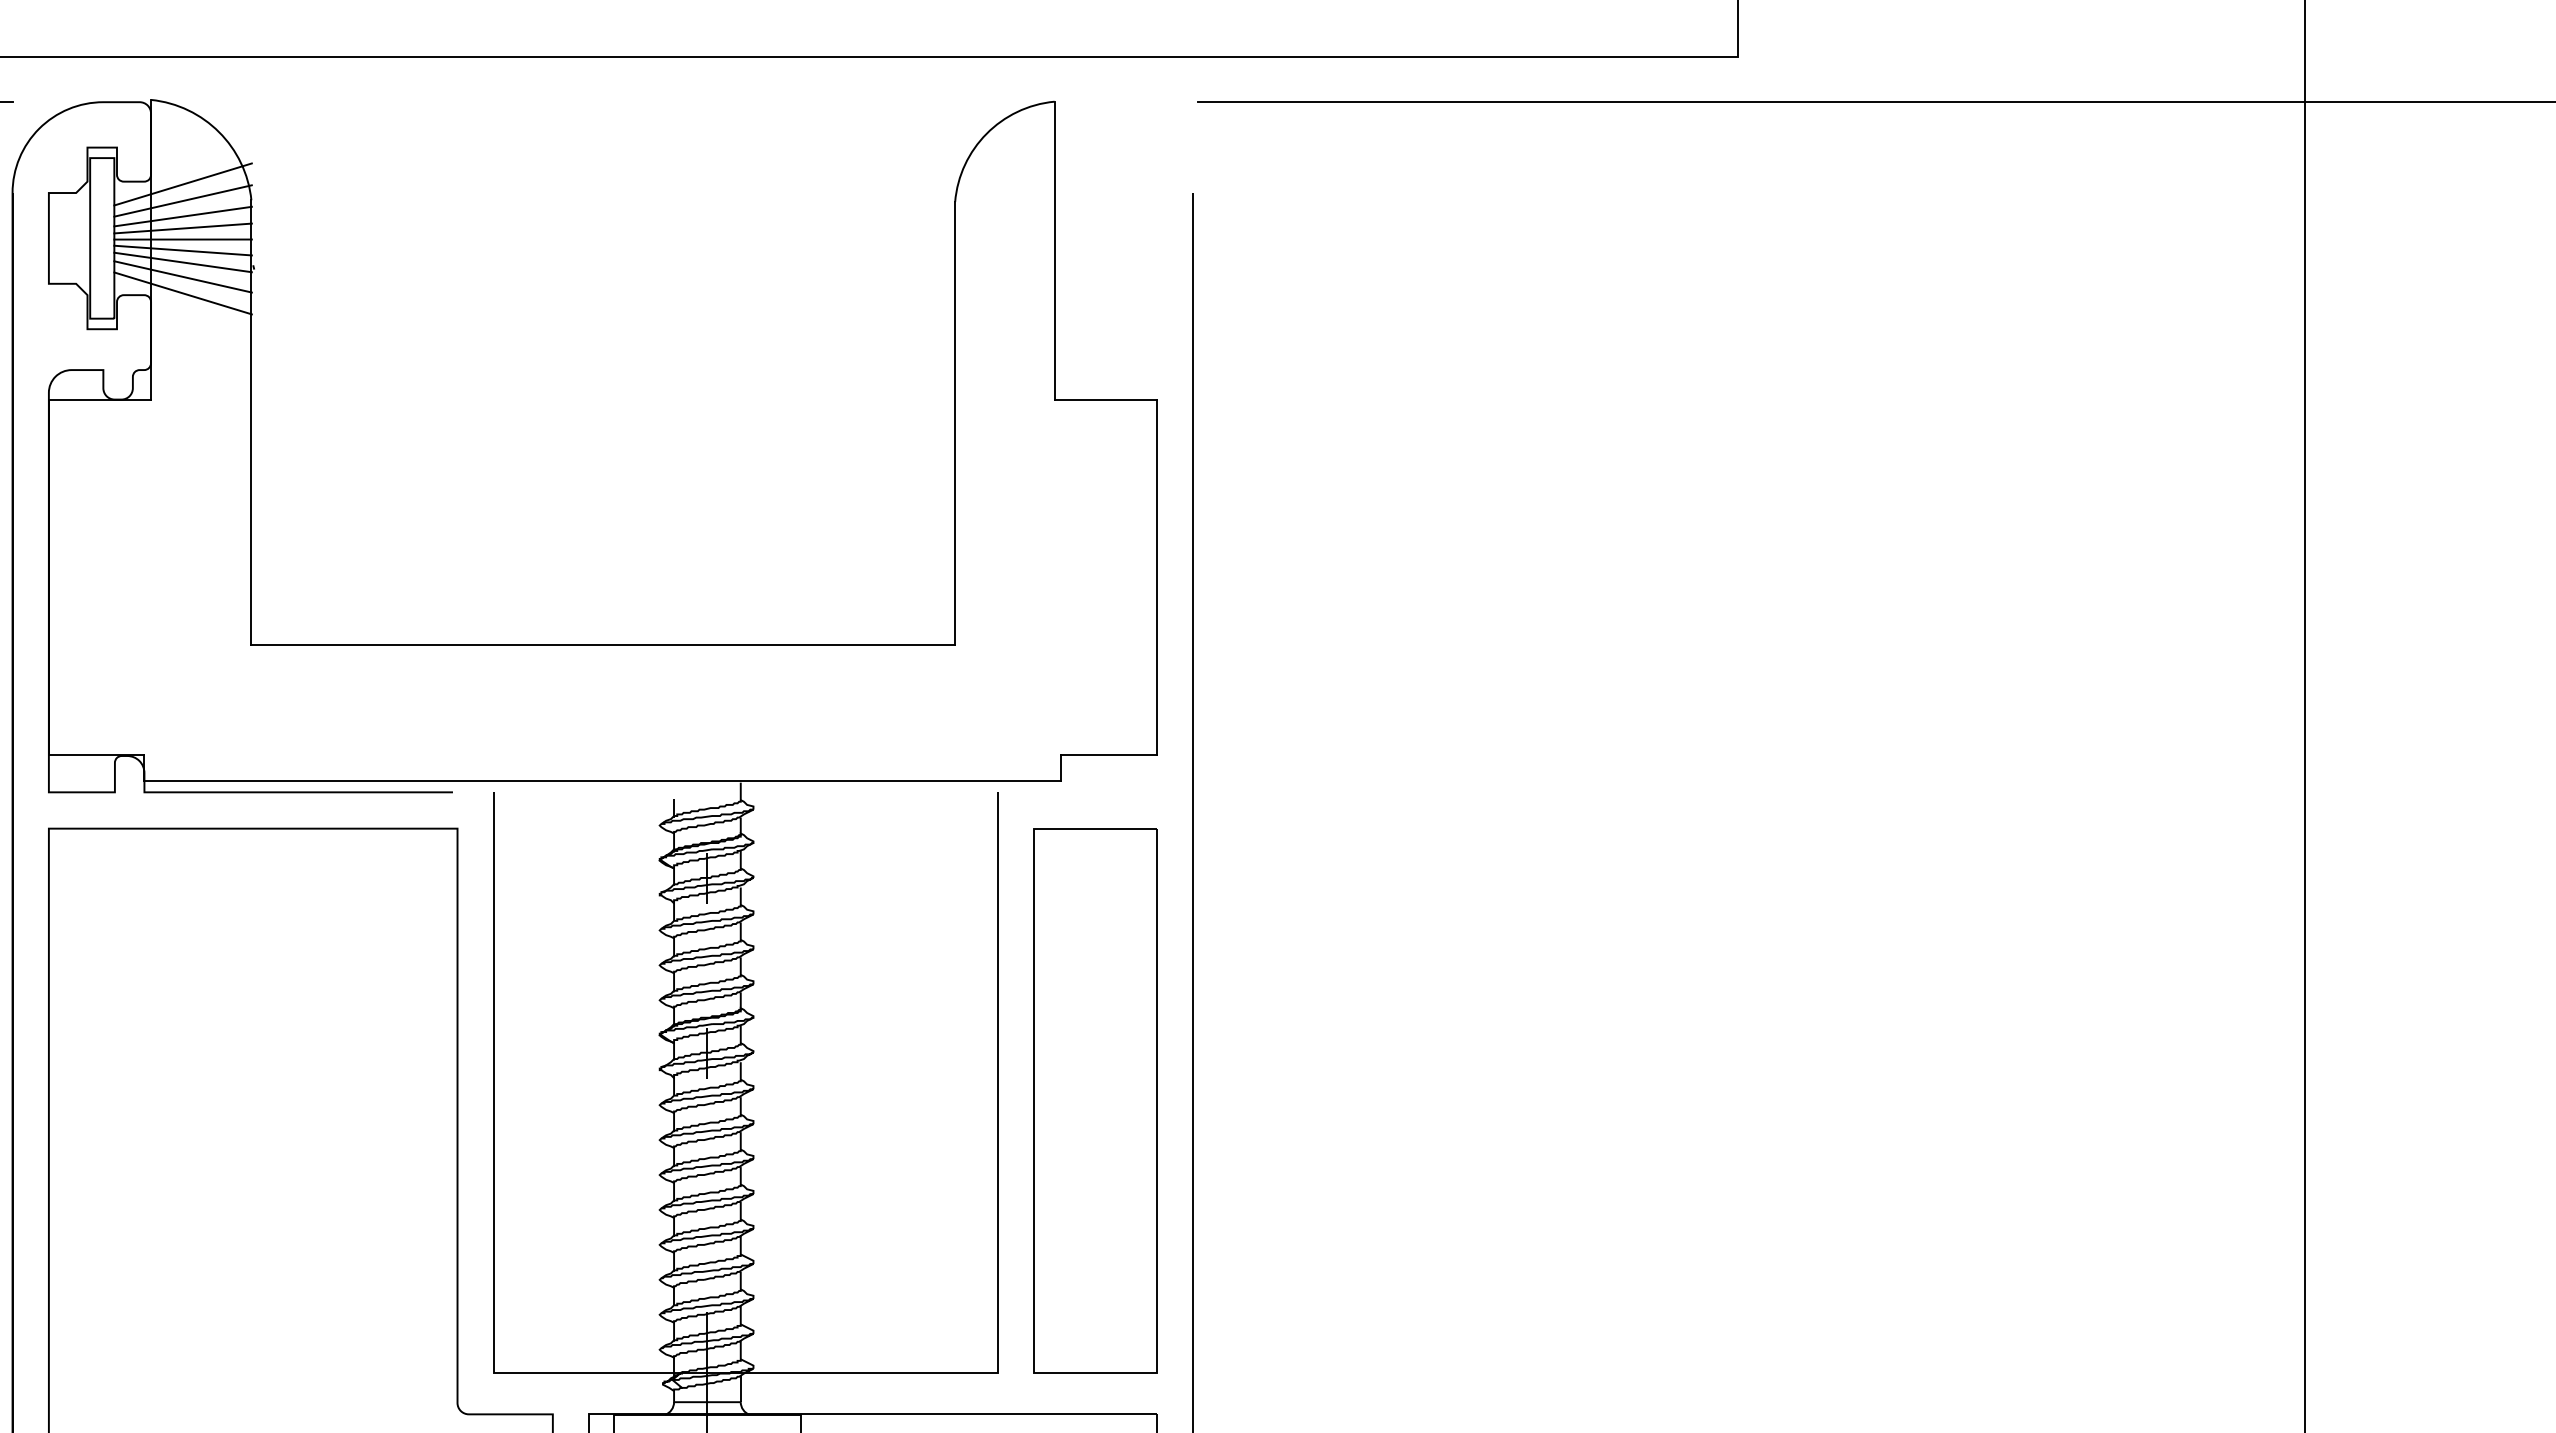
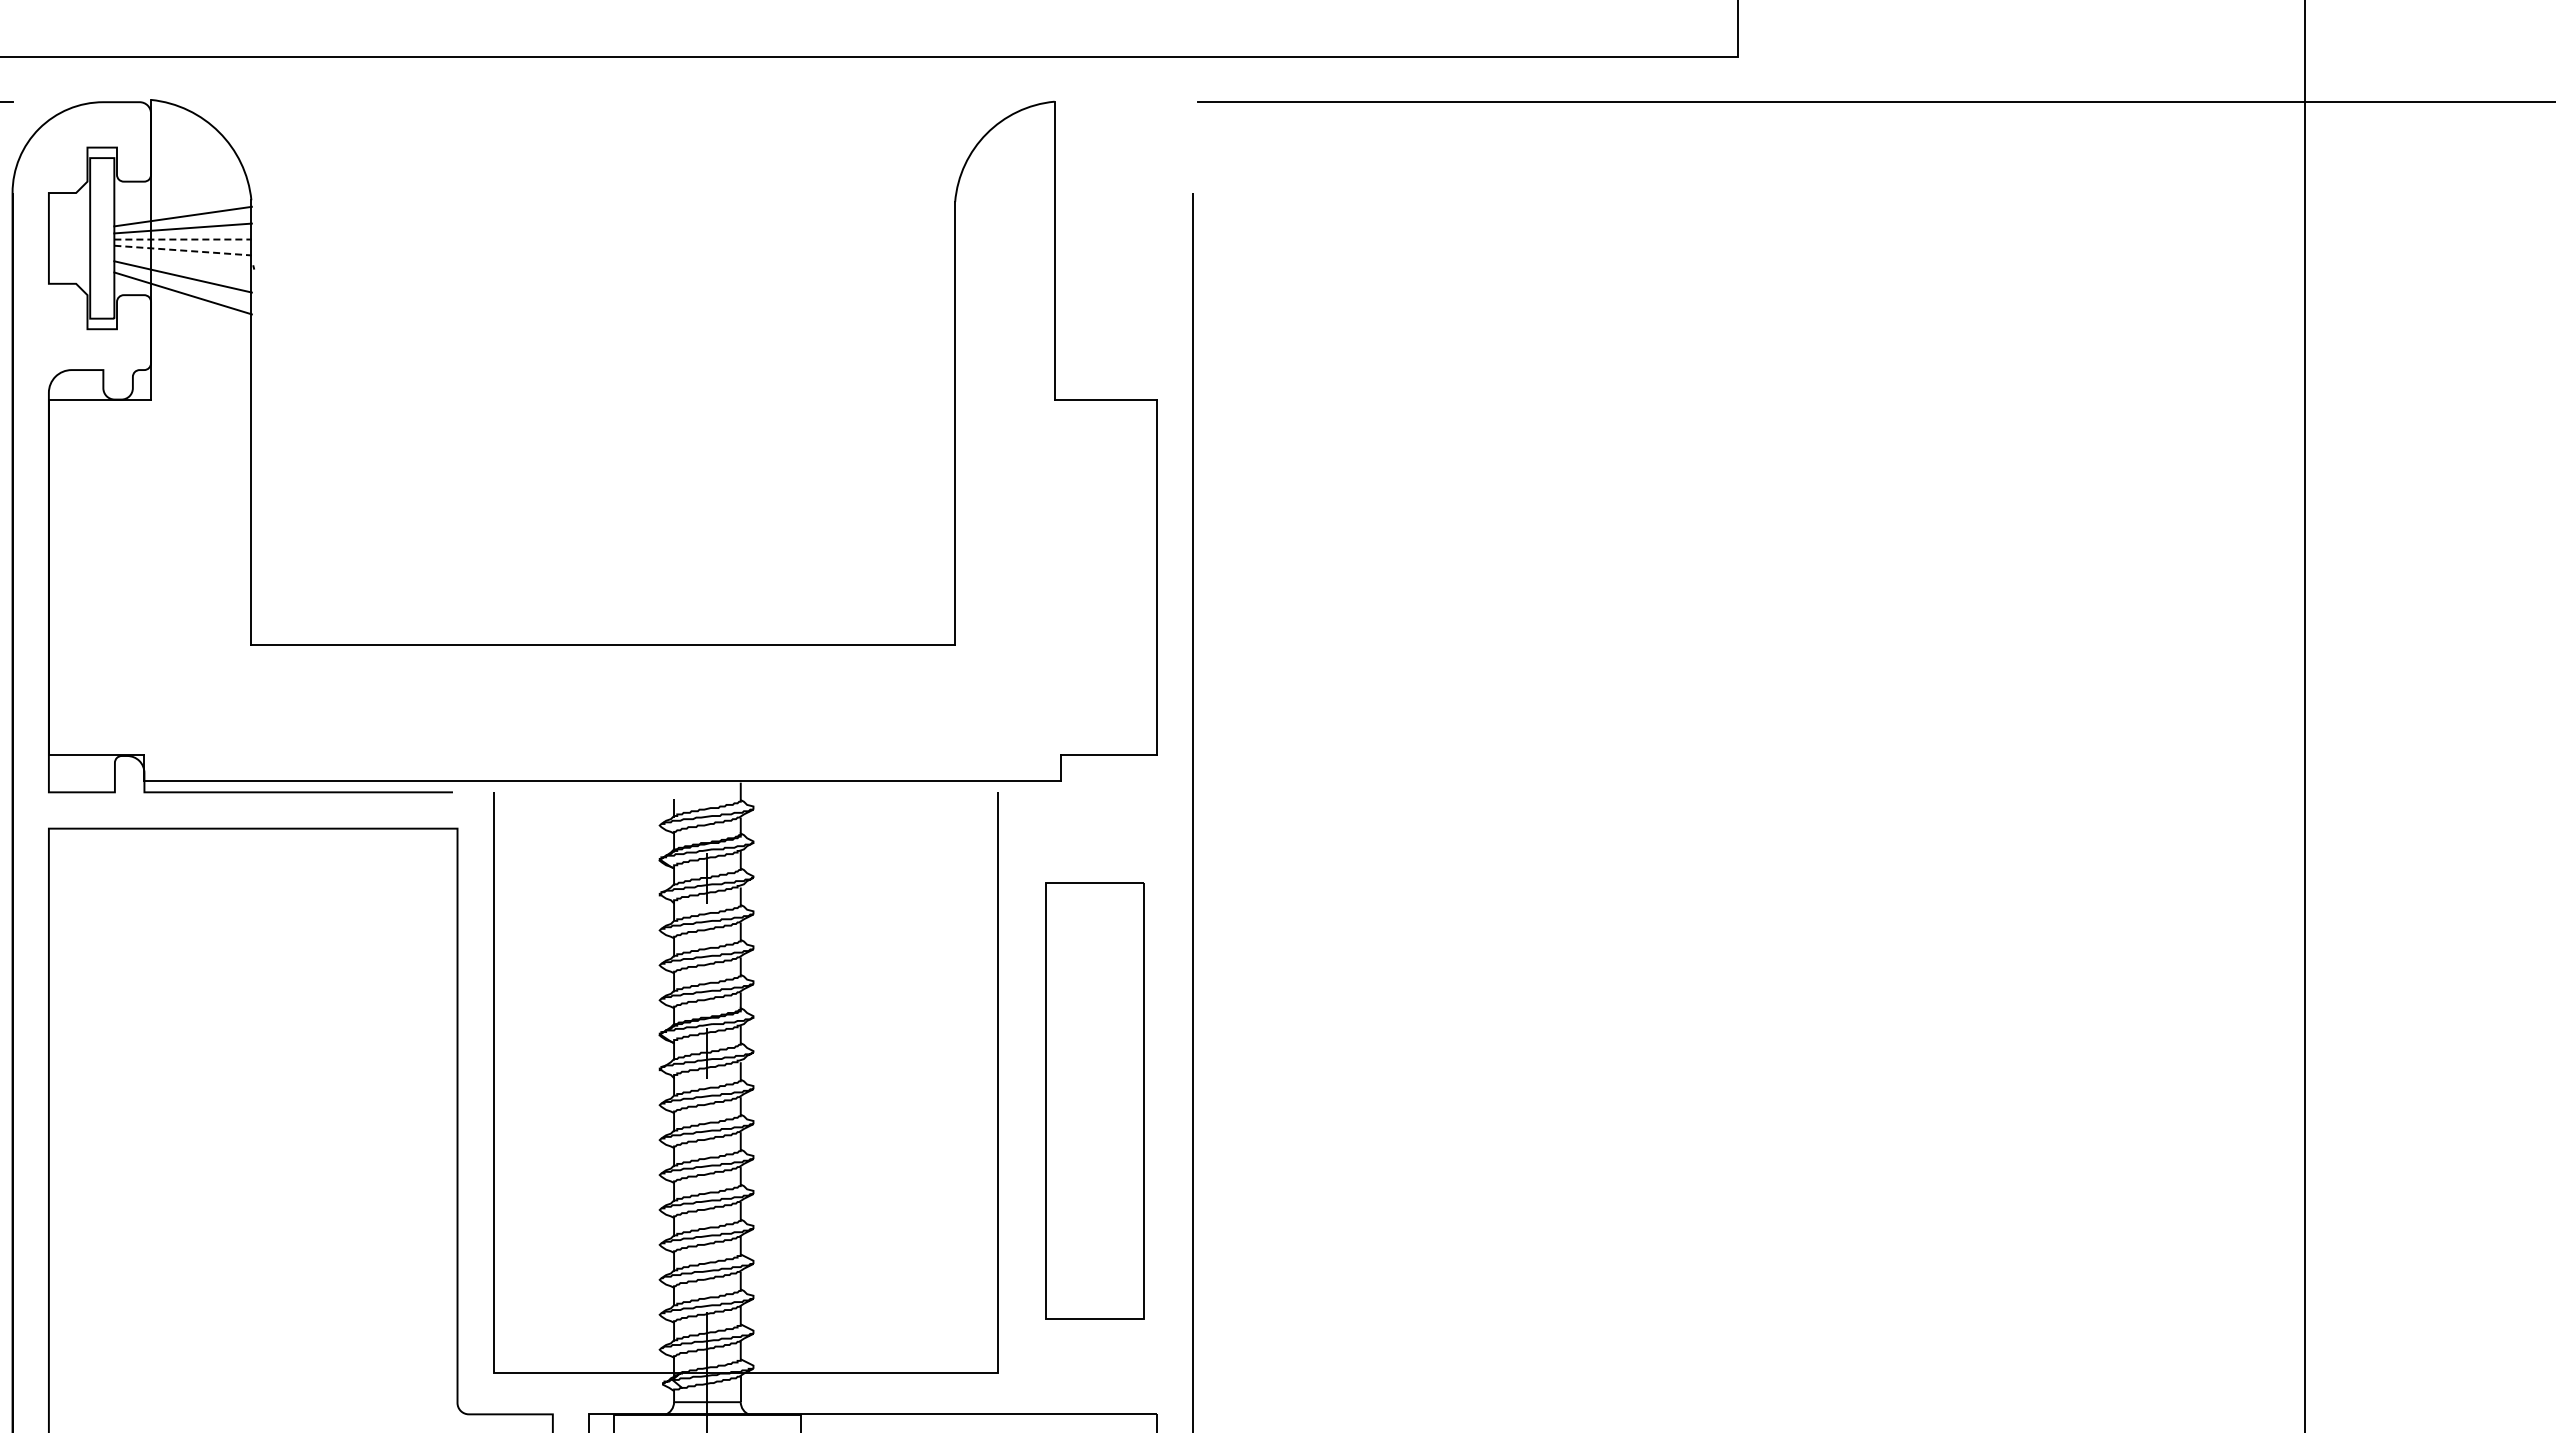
line at (182, 184): present -> none
line at (182, 200): present -> none
line at (183, 239): solid -> dashed
line at (183, 250): solid -> dashed
line at (182, 262): present -> none
part at (1095, 1100) size: 125x546 px -> 100x438 px
